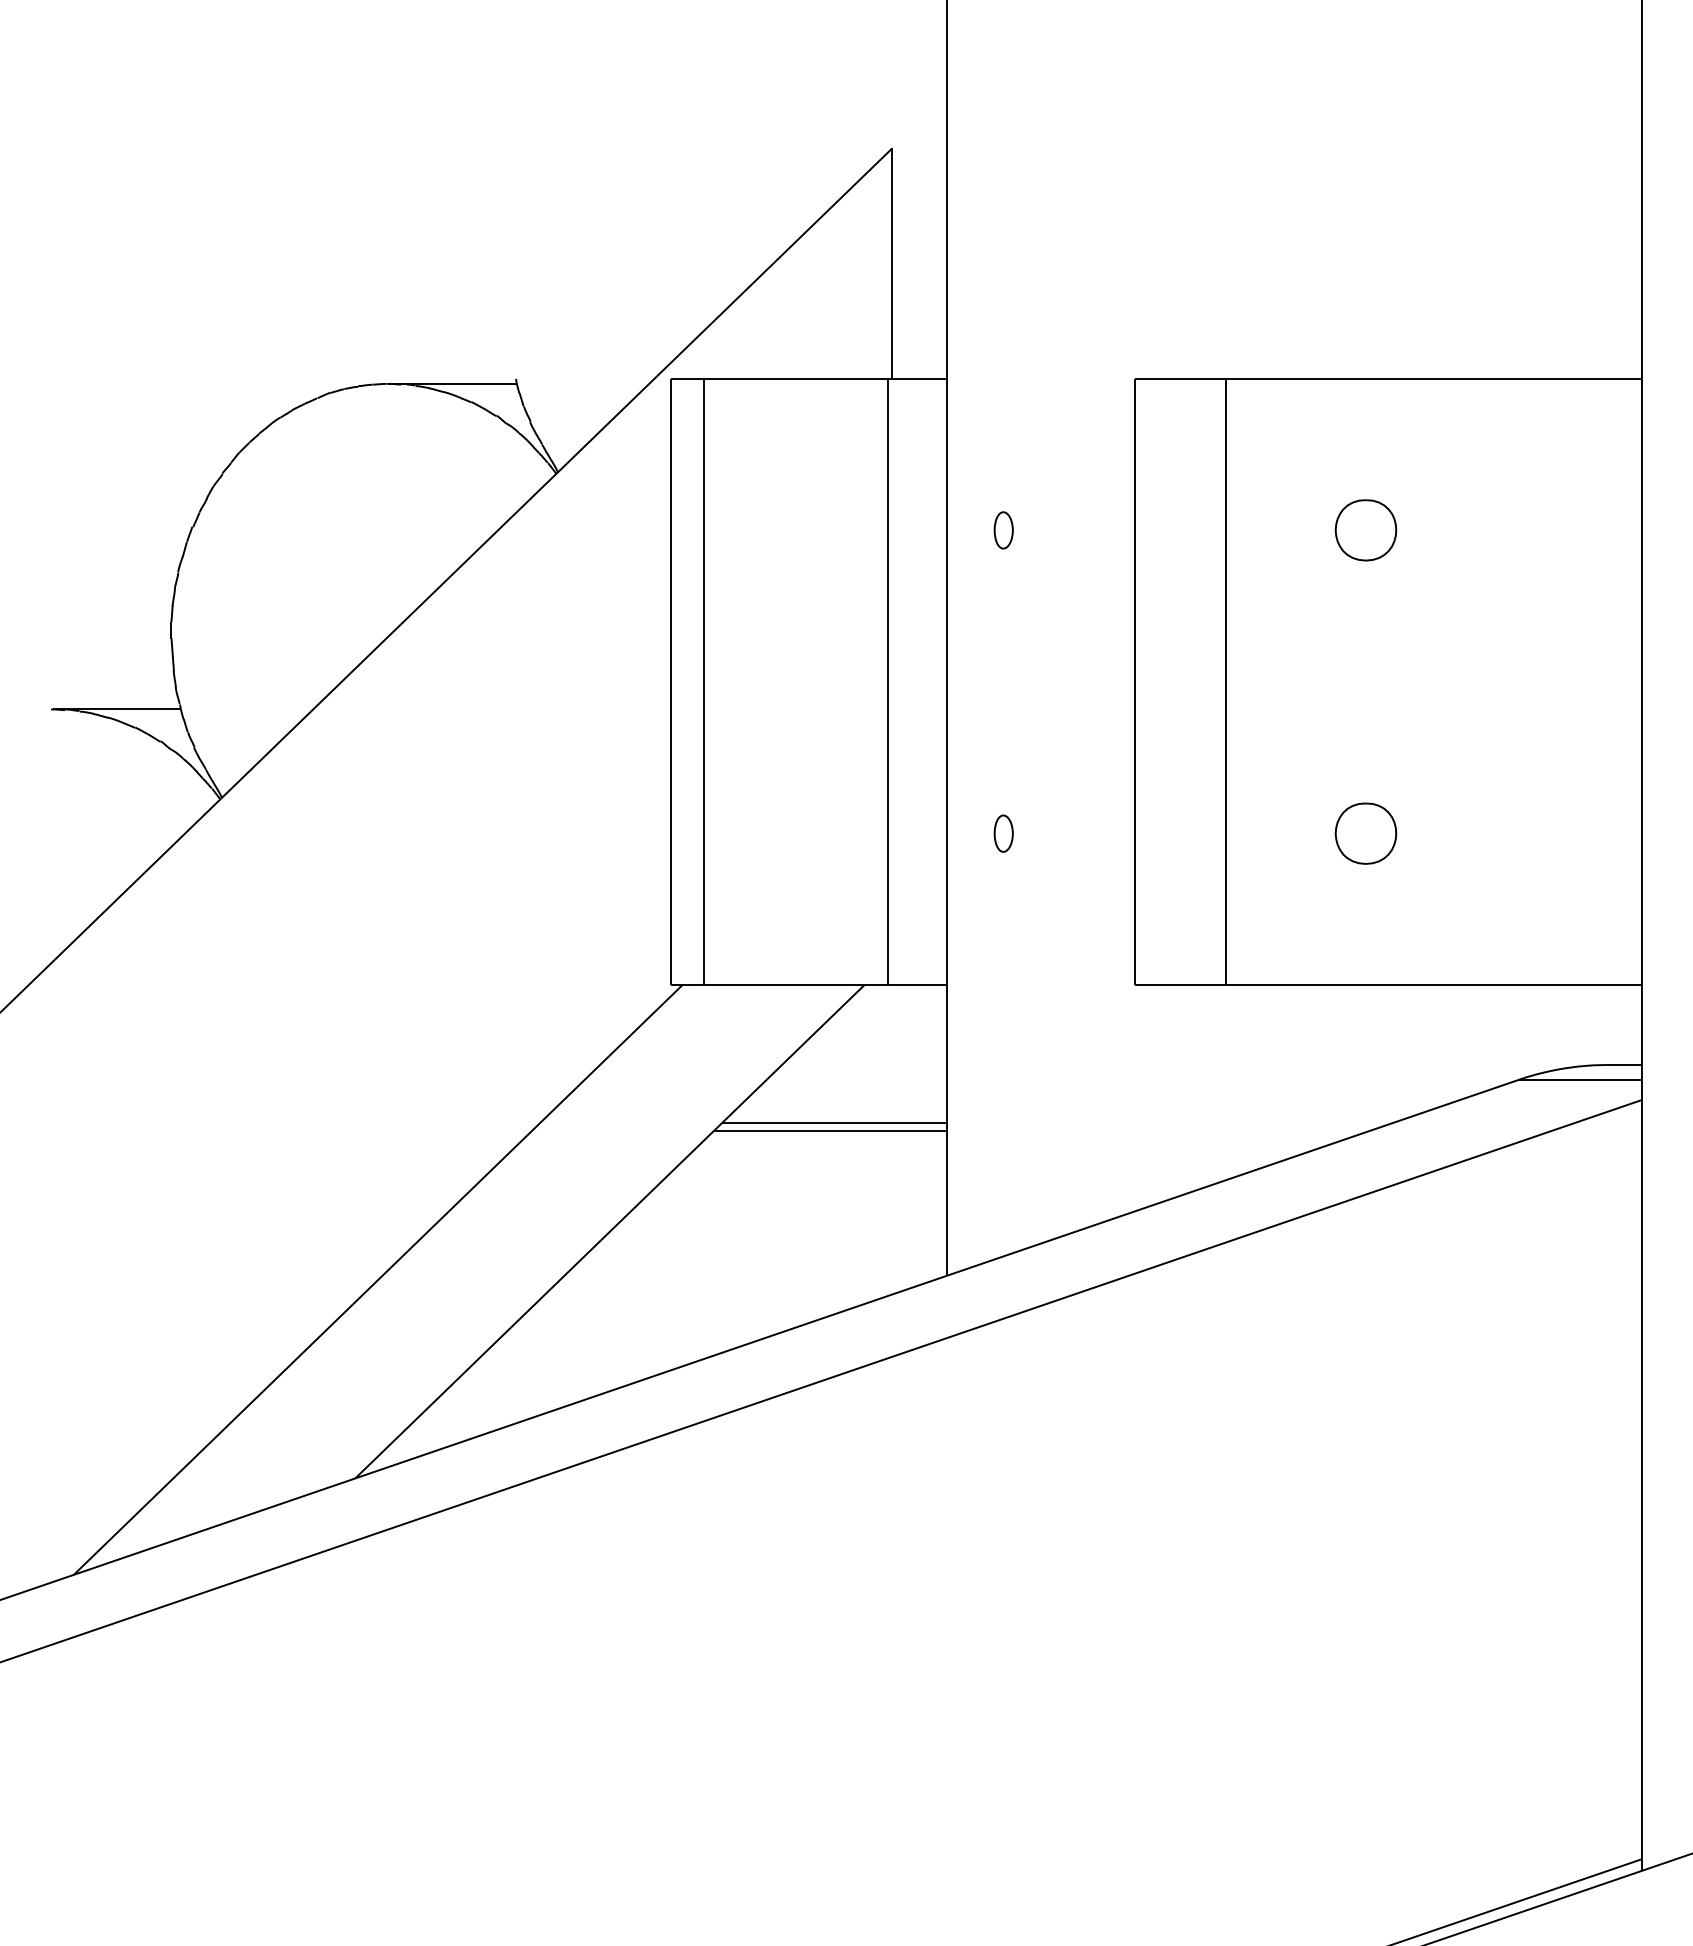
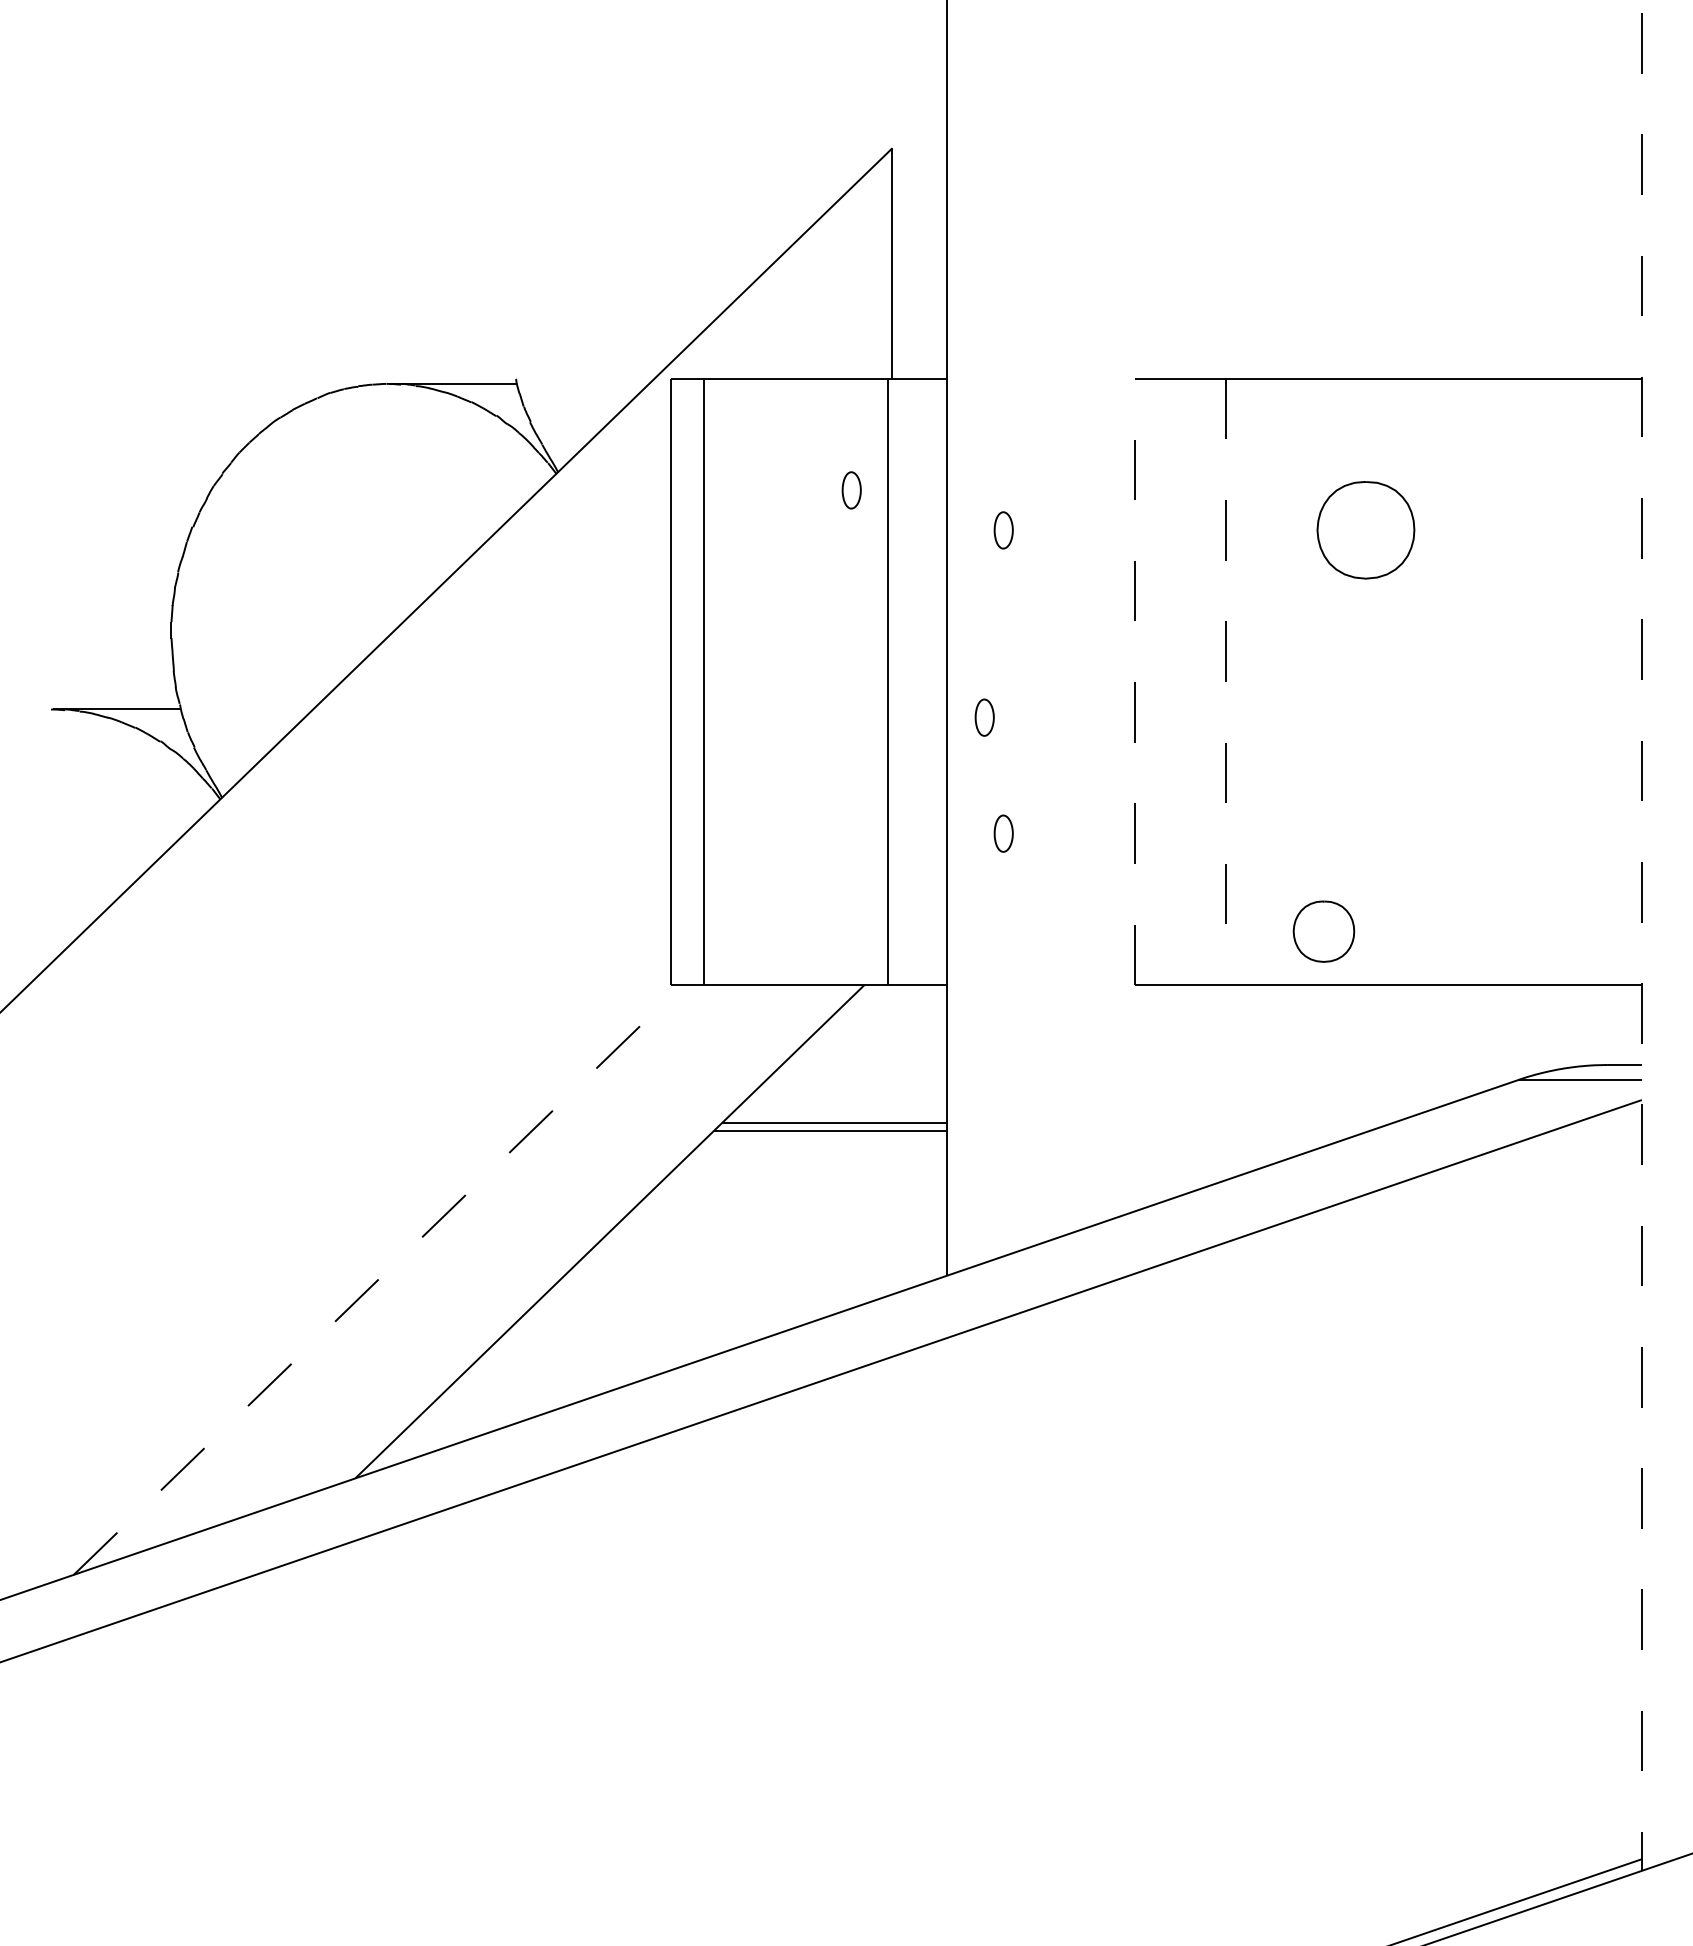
part at (851, 490): none -> present
part at (1365, 530) size: 64x63 px -> 100x99 px
line at (1135, 681): solid -> dashed
line at (1226, 682): solid -> dashed
part at (984, 717): none -> present
part at (1365, 833) position: (1365, 833) -> (1323, 931)
line at (1641, 936): solid -> dashed
line at (378, 1280): solid -> dashed
